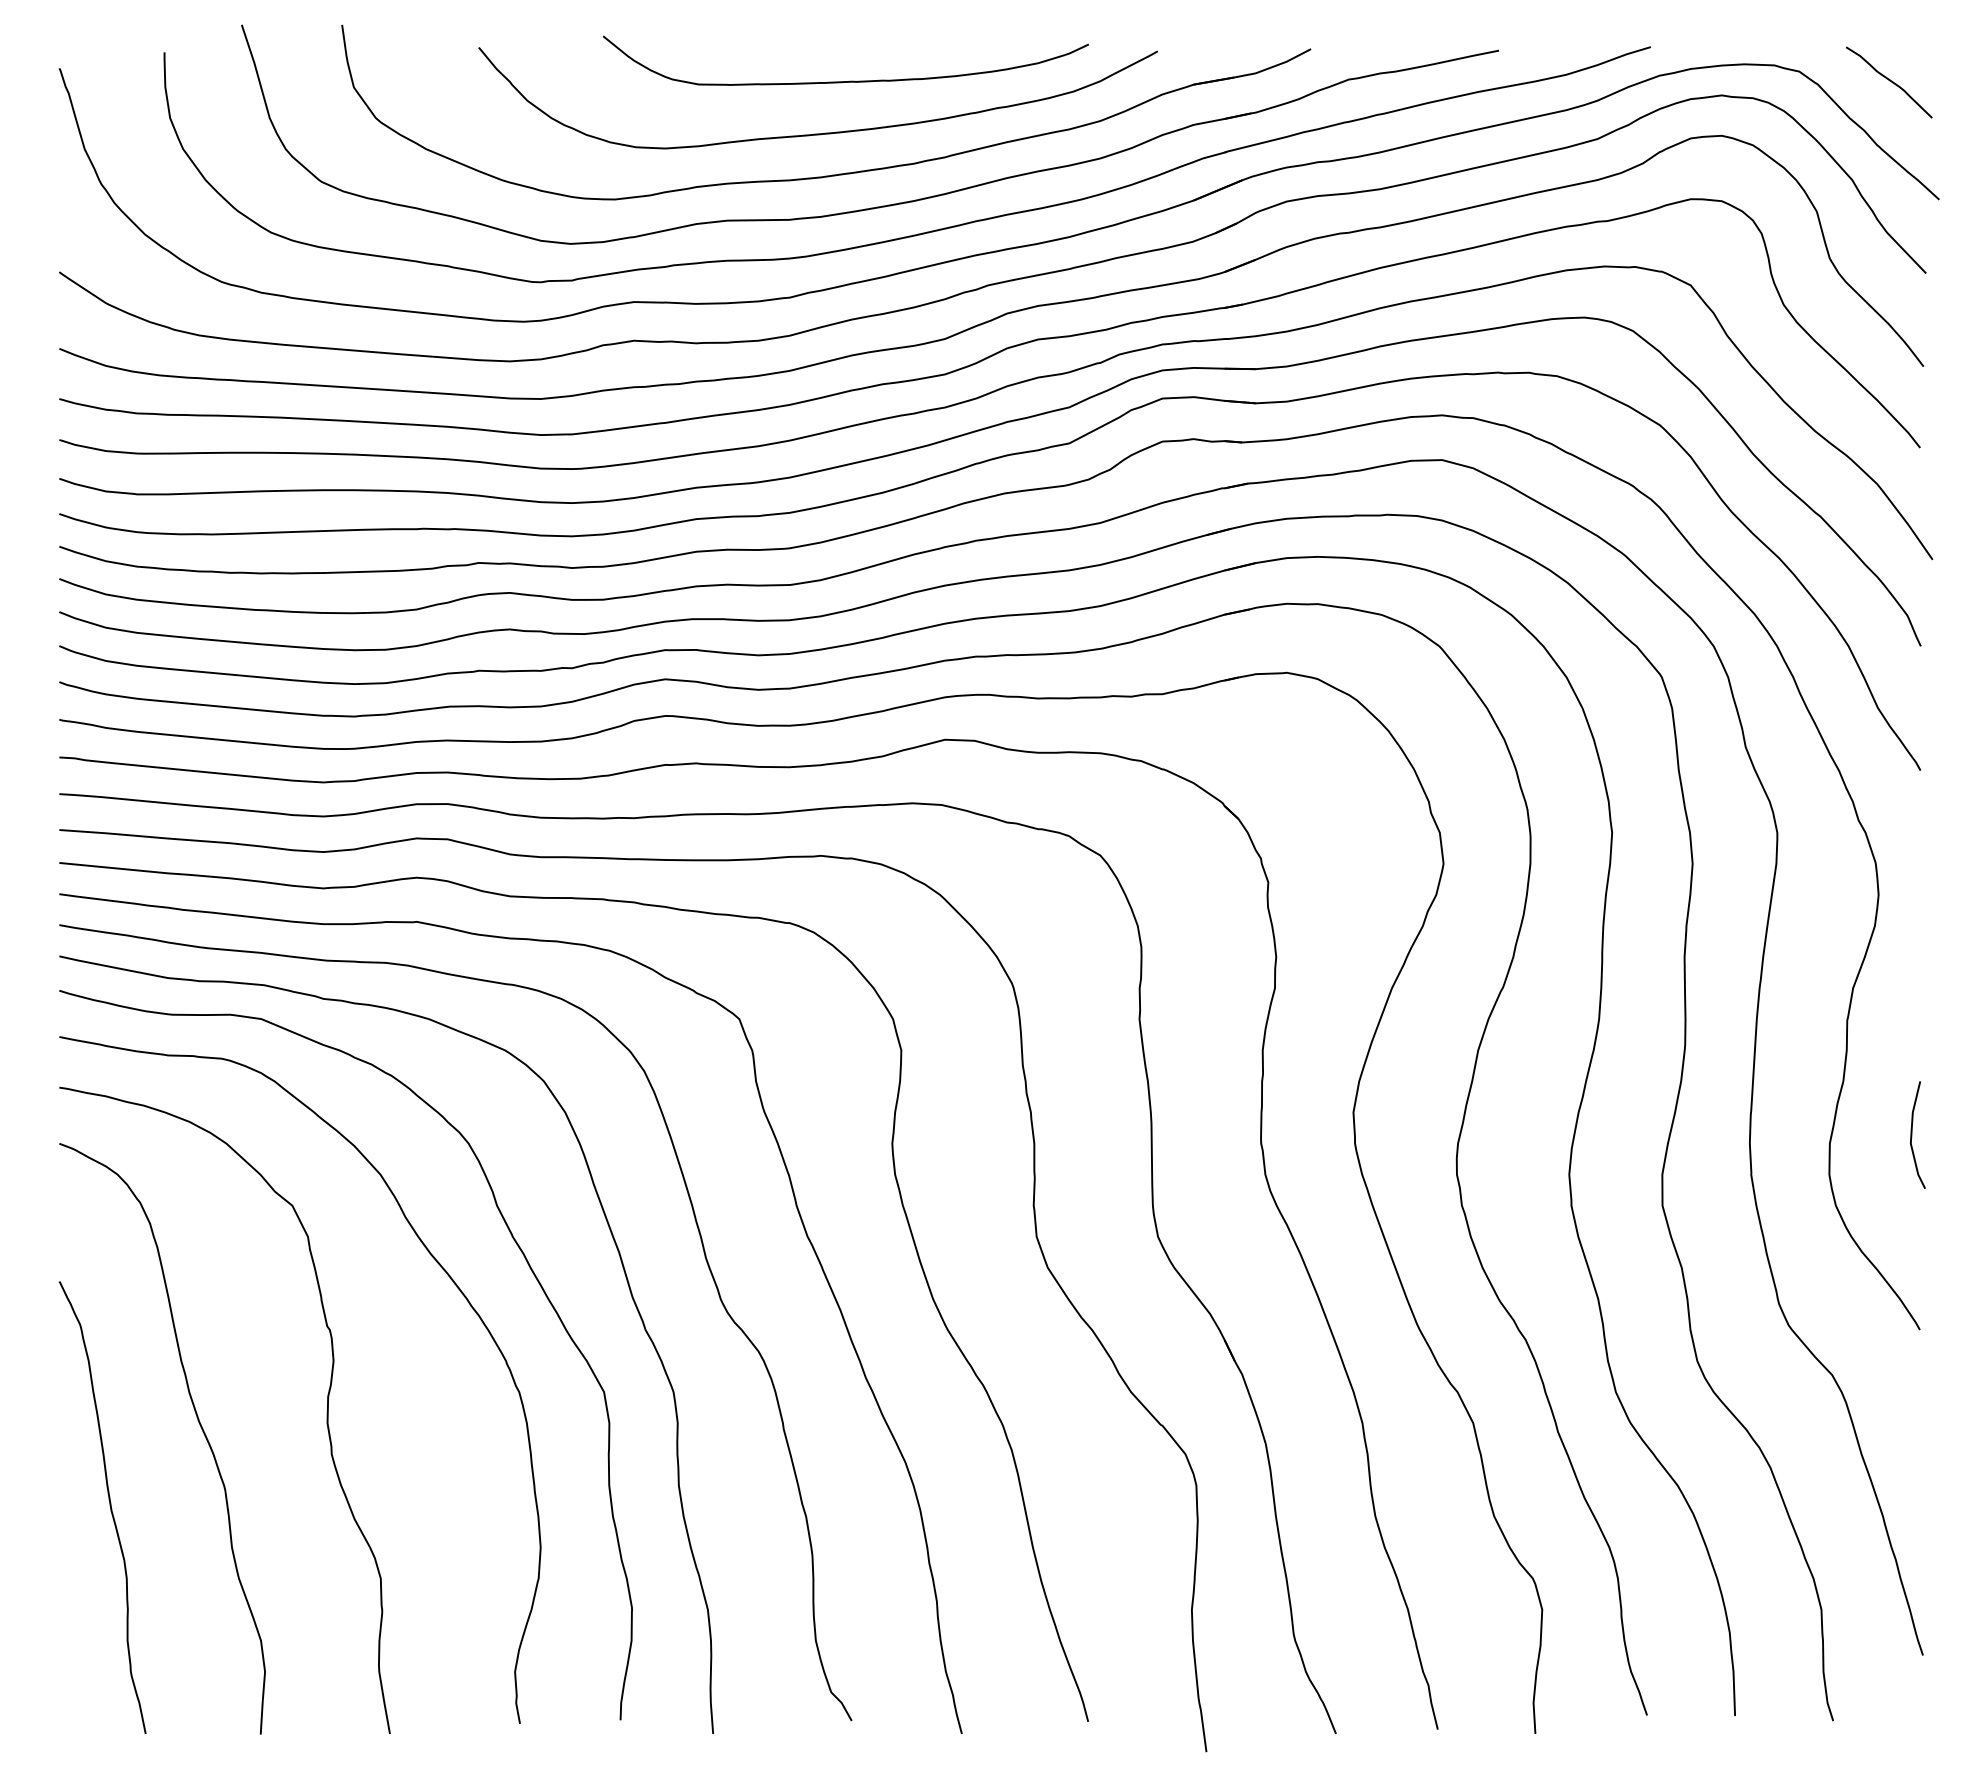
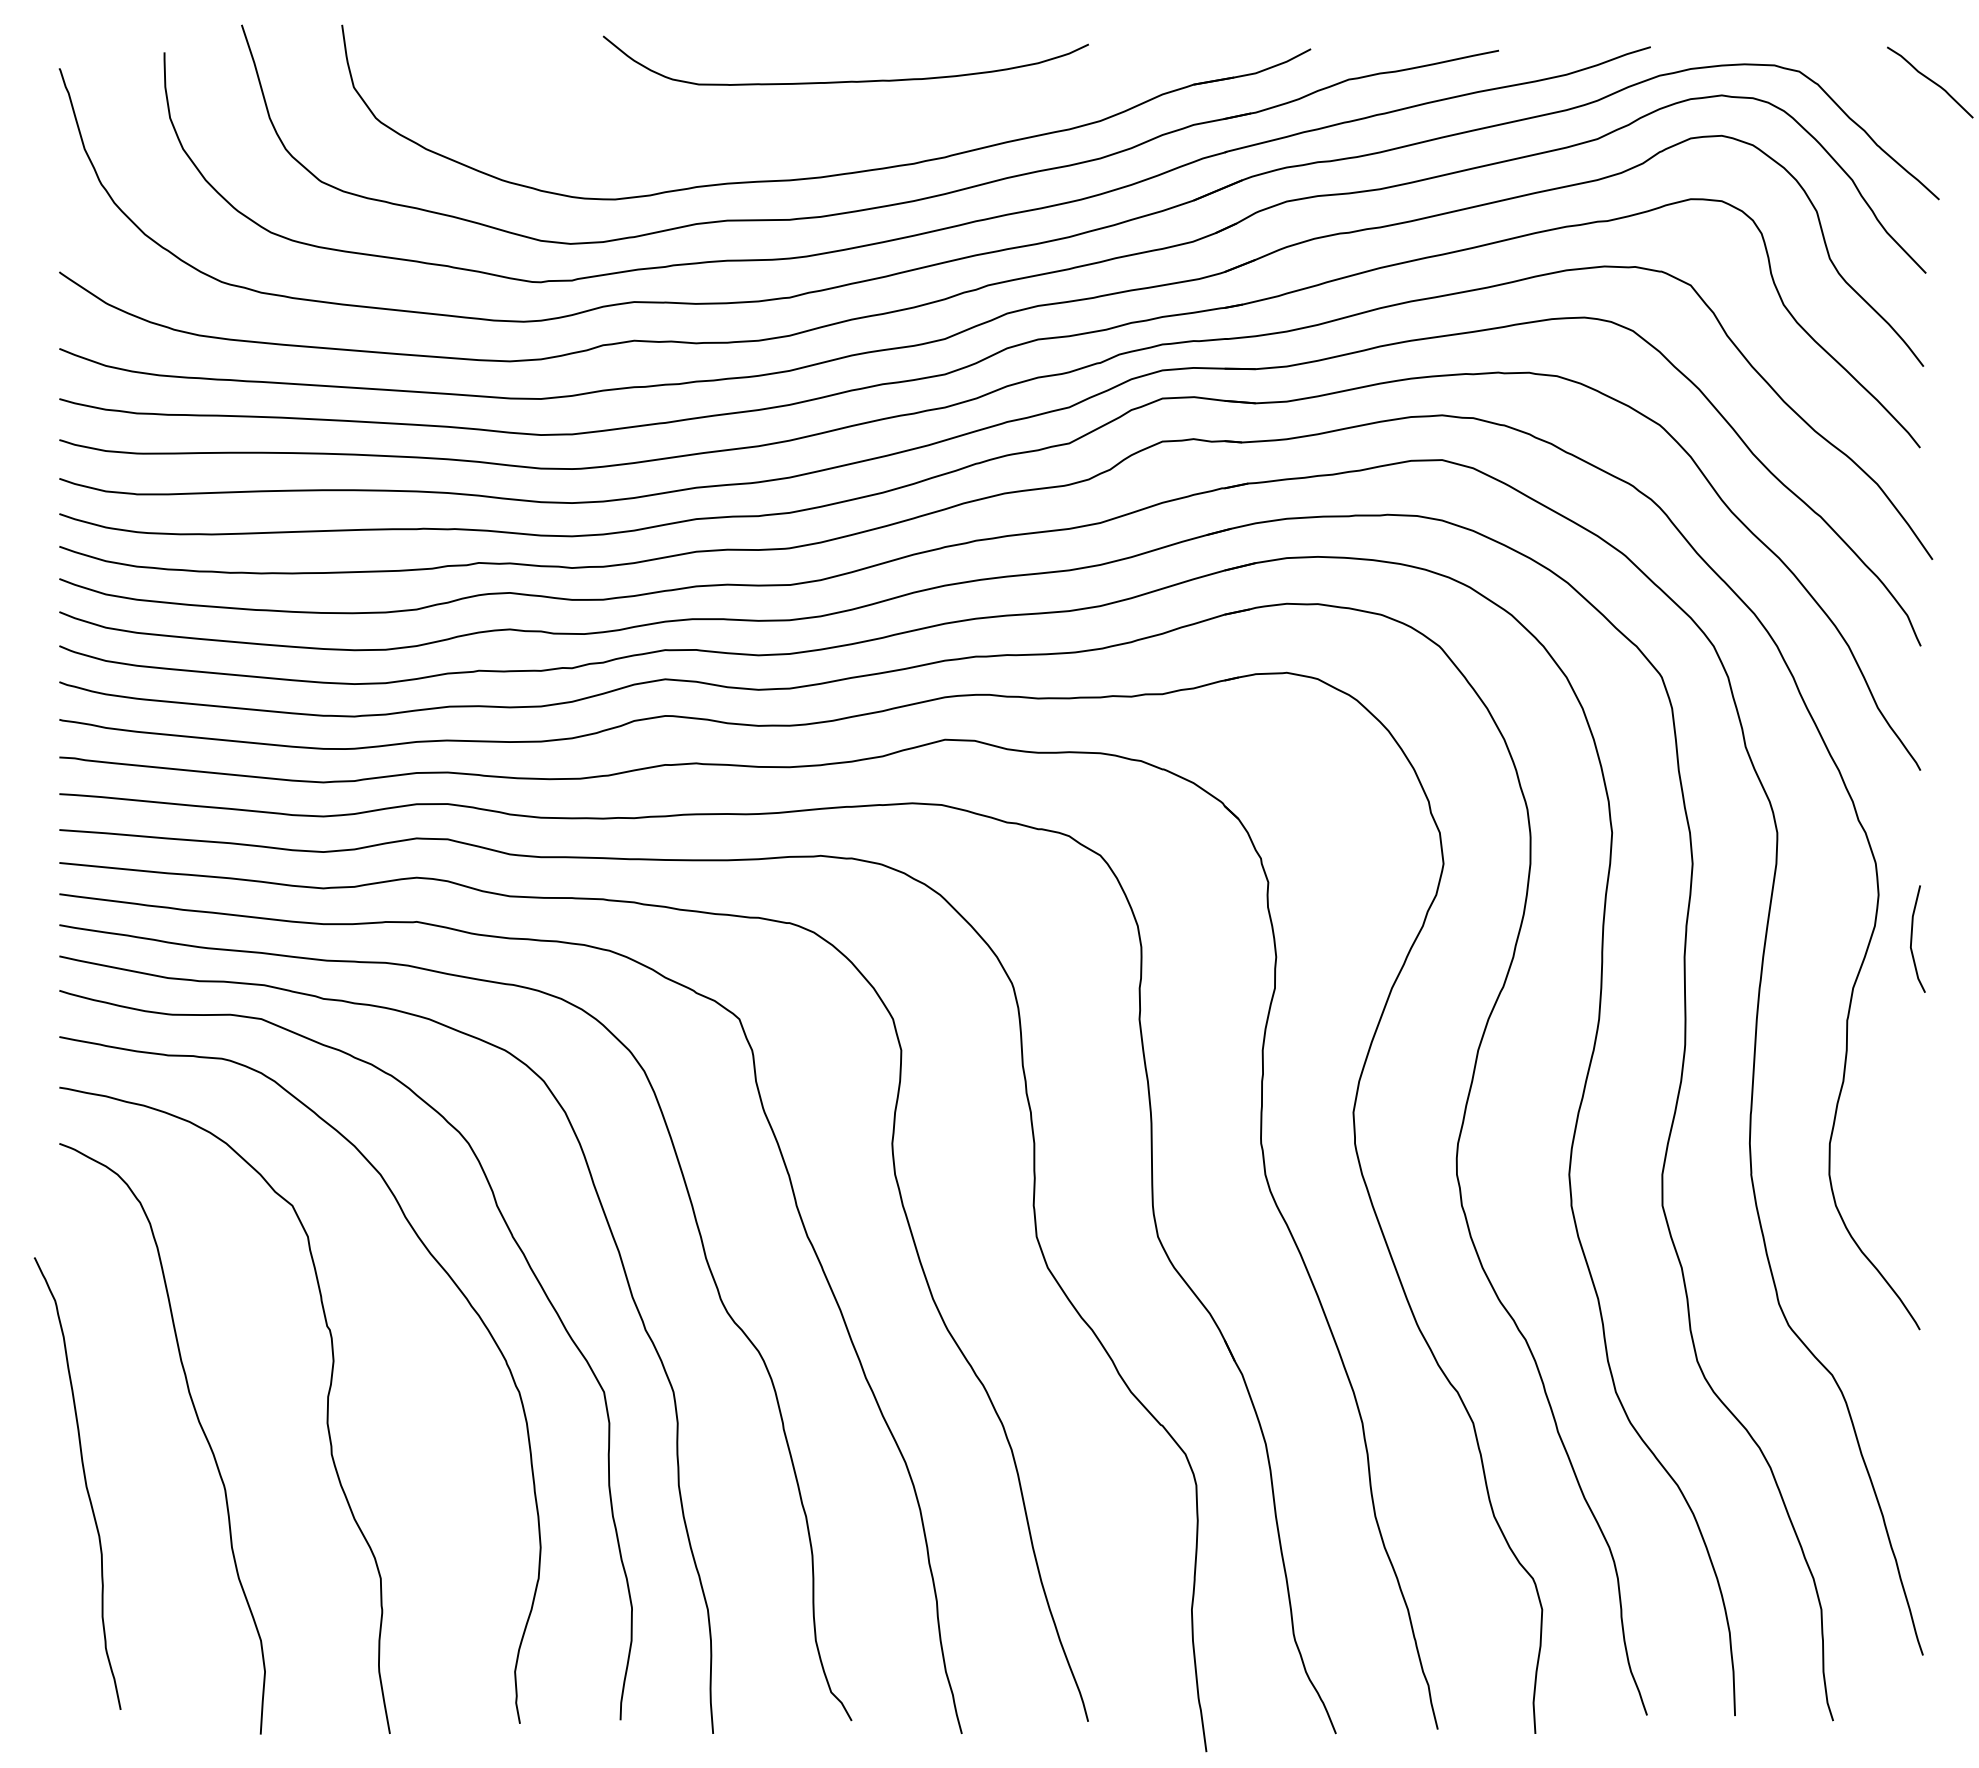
curve at (1889, 81) position: (1889, 81) -> (1930, 81)
curve at (824, 132): present -> none
line at (1912, 1134) position: (1912, 1134) -> (1912, 938)
curve at (109, 1505) position: (109, 1505) -> (84, 1481)
